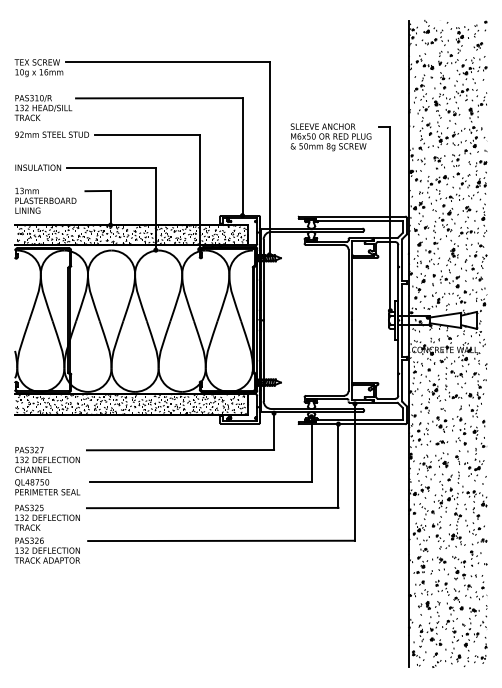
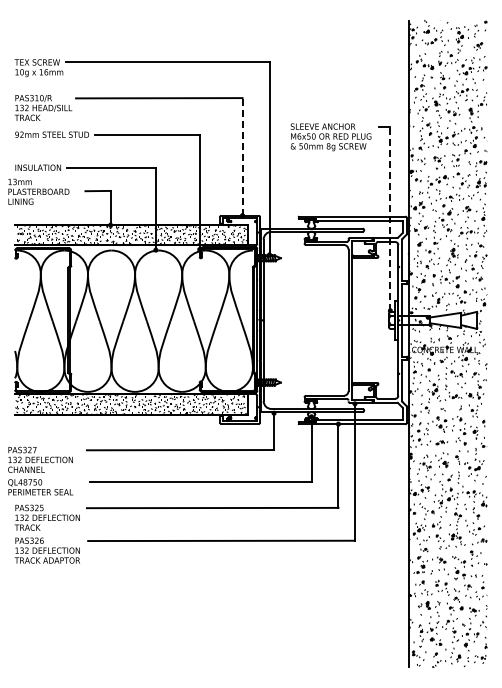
line at (242, 156): solid -> dashed
text at (45, 200) position: (45, 200) -> (38, 191)
line at (390, 218): solid -> dashed
text at (47, 470) position: (47, 470) -> (40, 470)
